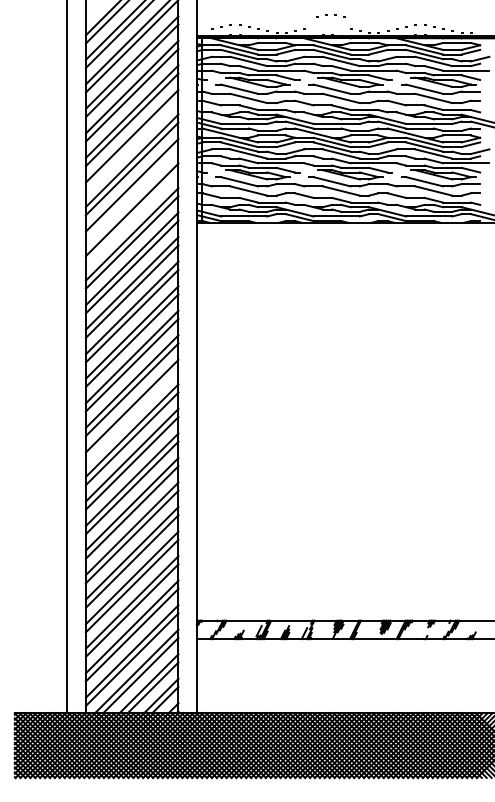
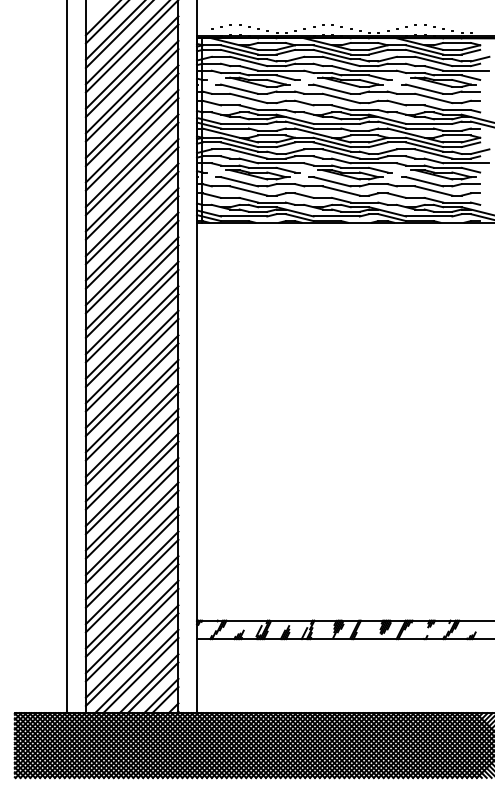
part at (330, 15) position: (330, 15) -> (327, 25)
line at (131, 144): none -> present
line at (131, 193): none -> present
line at (131, 217): none -> present
line at (131, 414): none -> present
